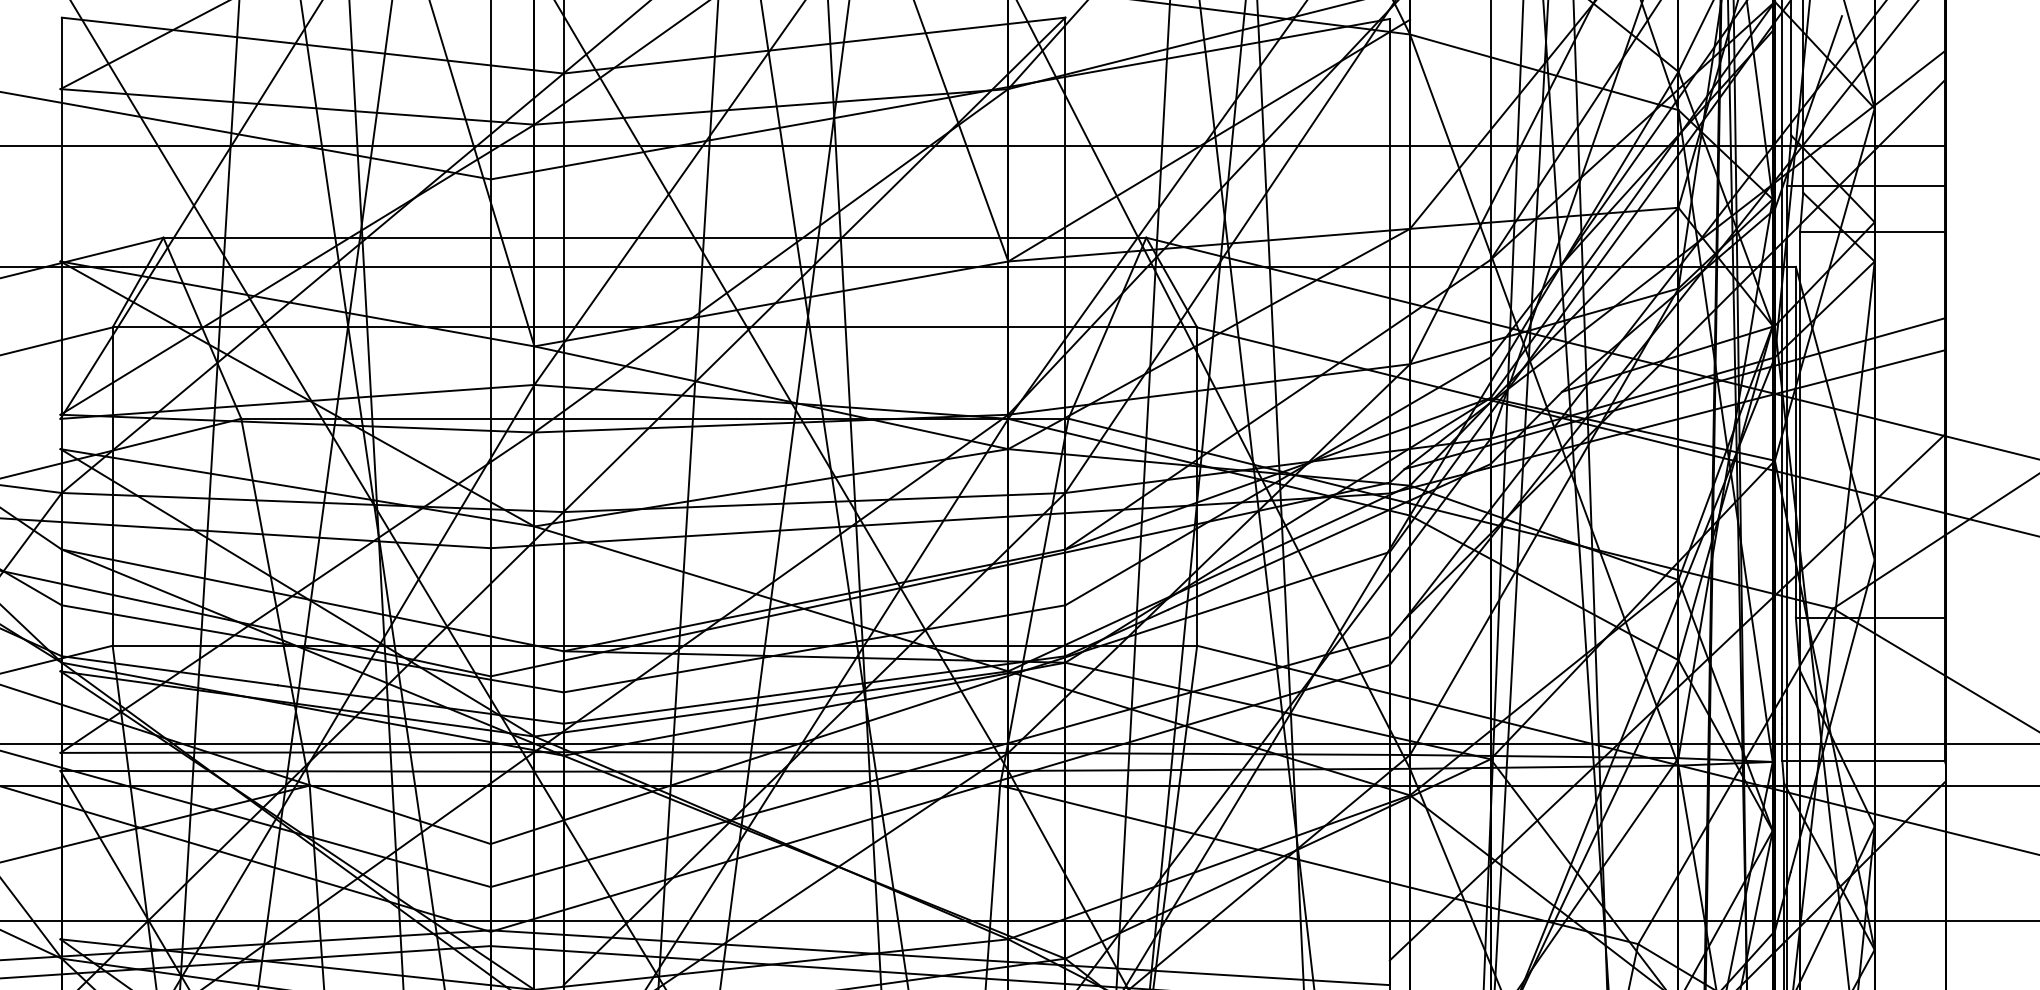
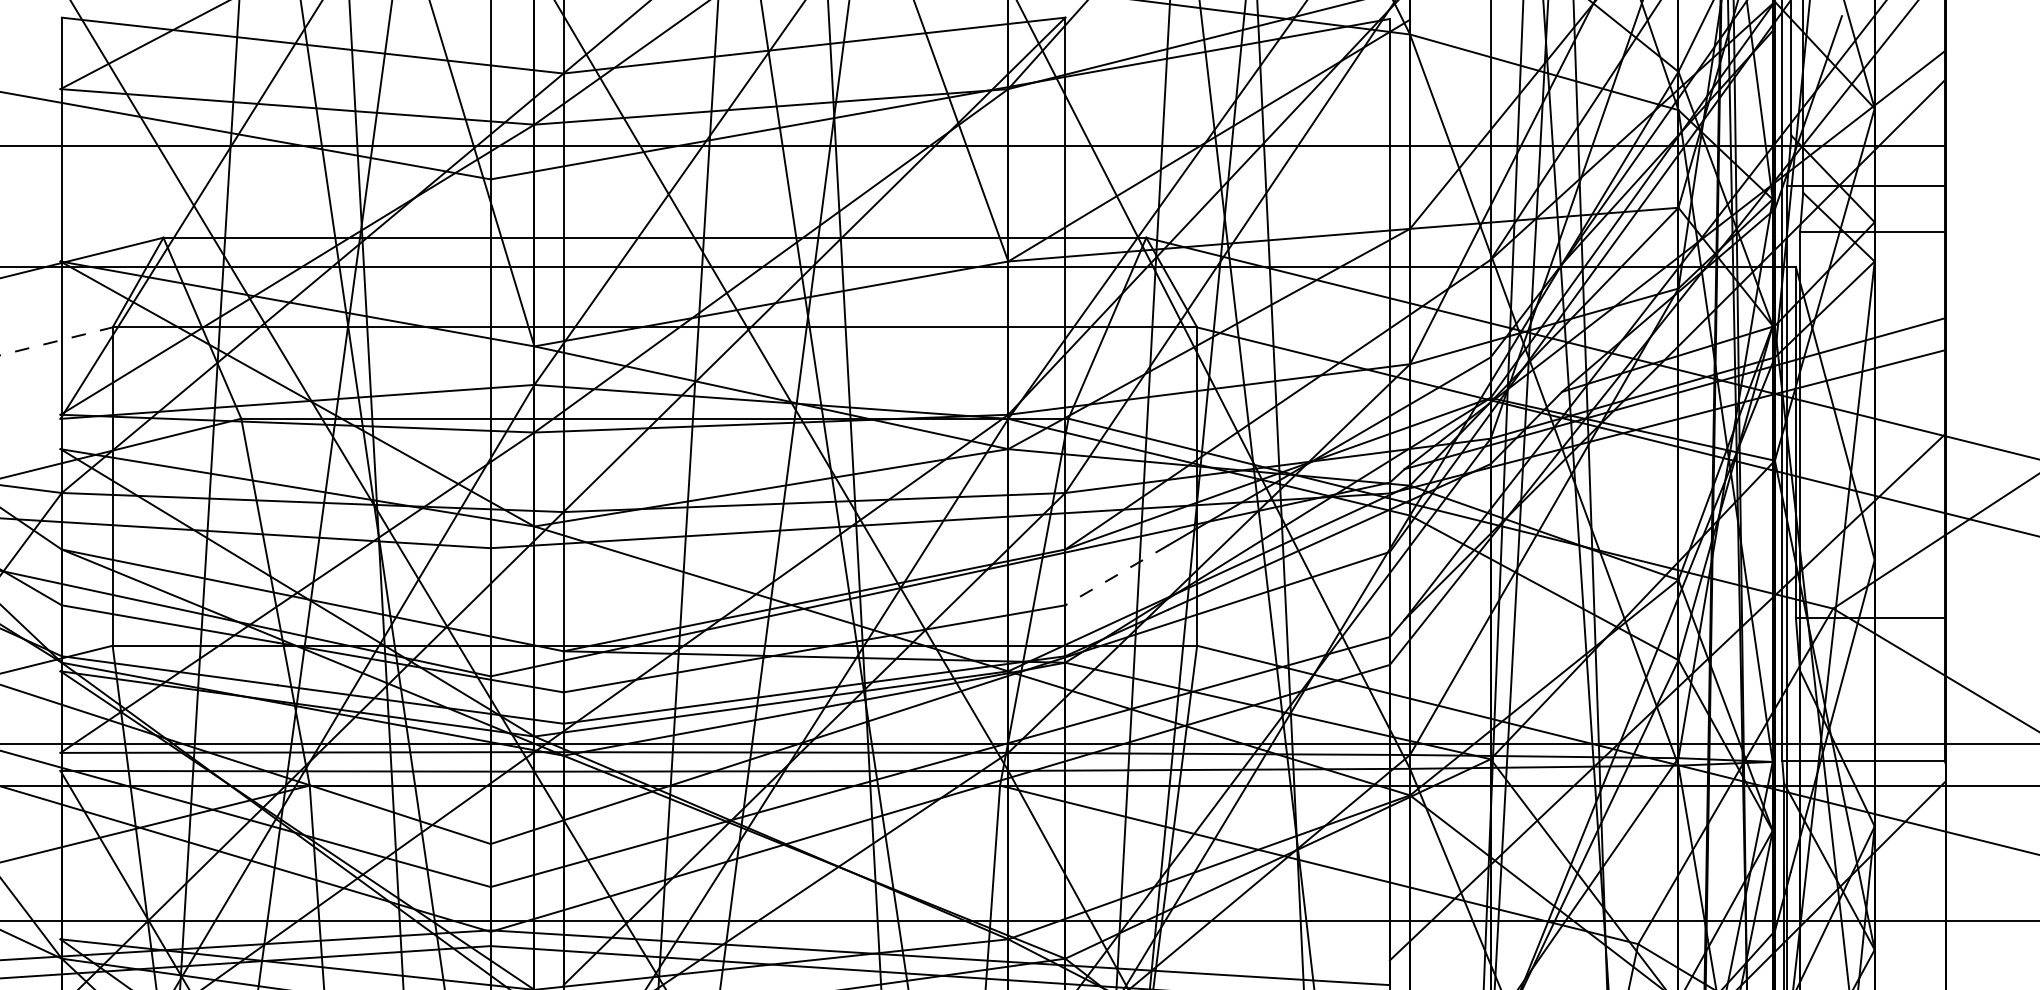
line at (56, 341): solid -> dashed
line at (1116, 575): solid -> dashed
